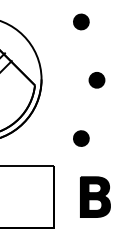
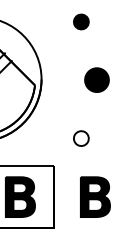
part at (96, 80) size: 18x17 px -> 26x26 px
fill at (80, 138): present -> none
part at (20, 196): none -> present
